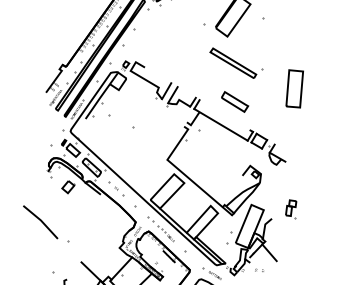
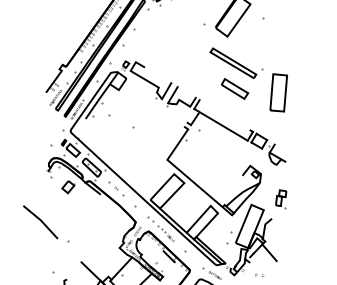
part at (294, 88) position: (294, 88) -> (278, 92)
part at (235, 101) position: (235, 101) -> (235, 88)
part at (291, 209) position: (291, 209) -> (281, 199)
text at (259, 269) position: (259, 269) -> (259, 274)
